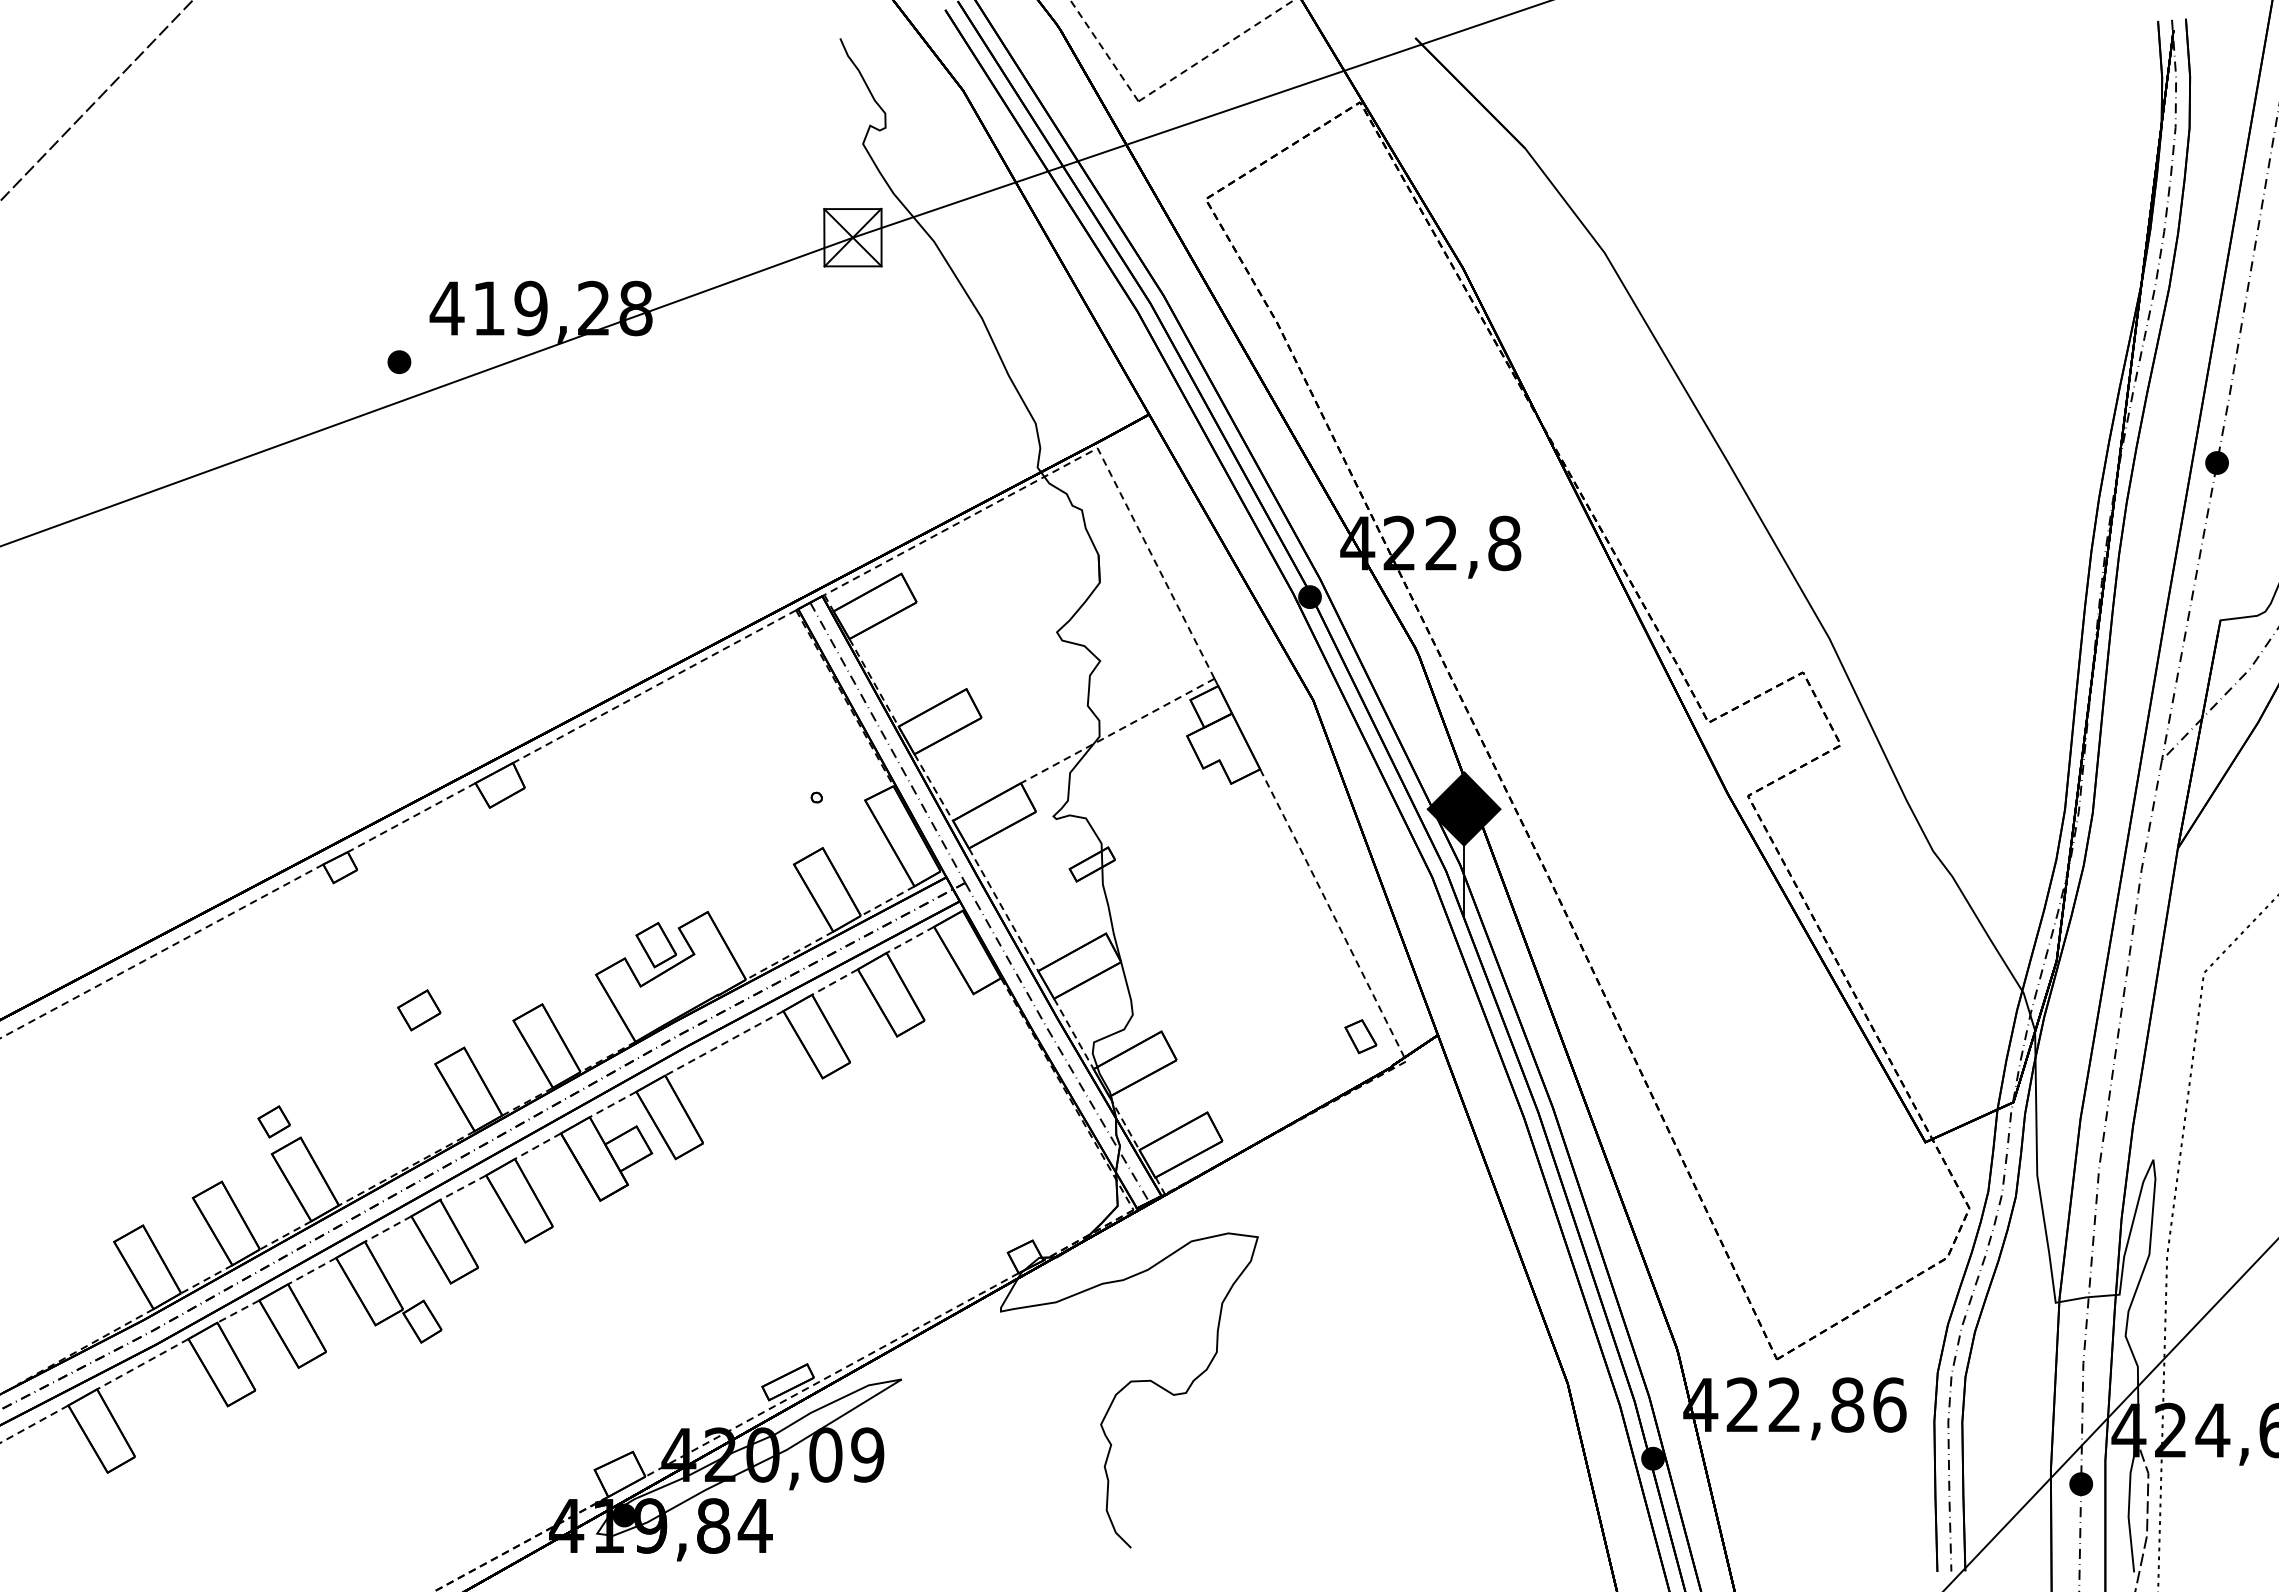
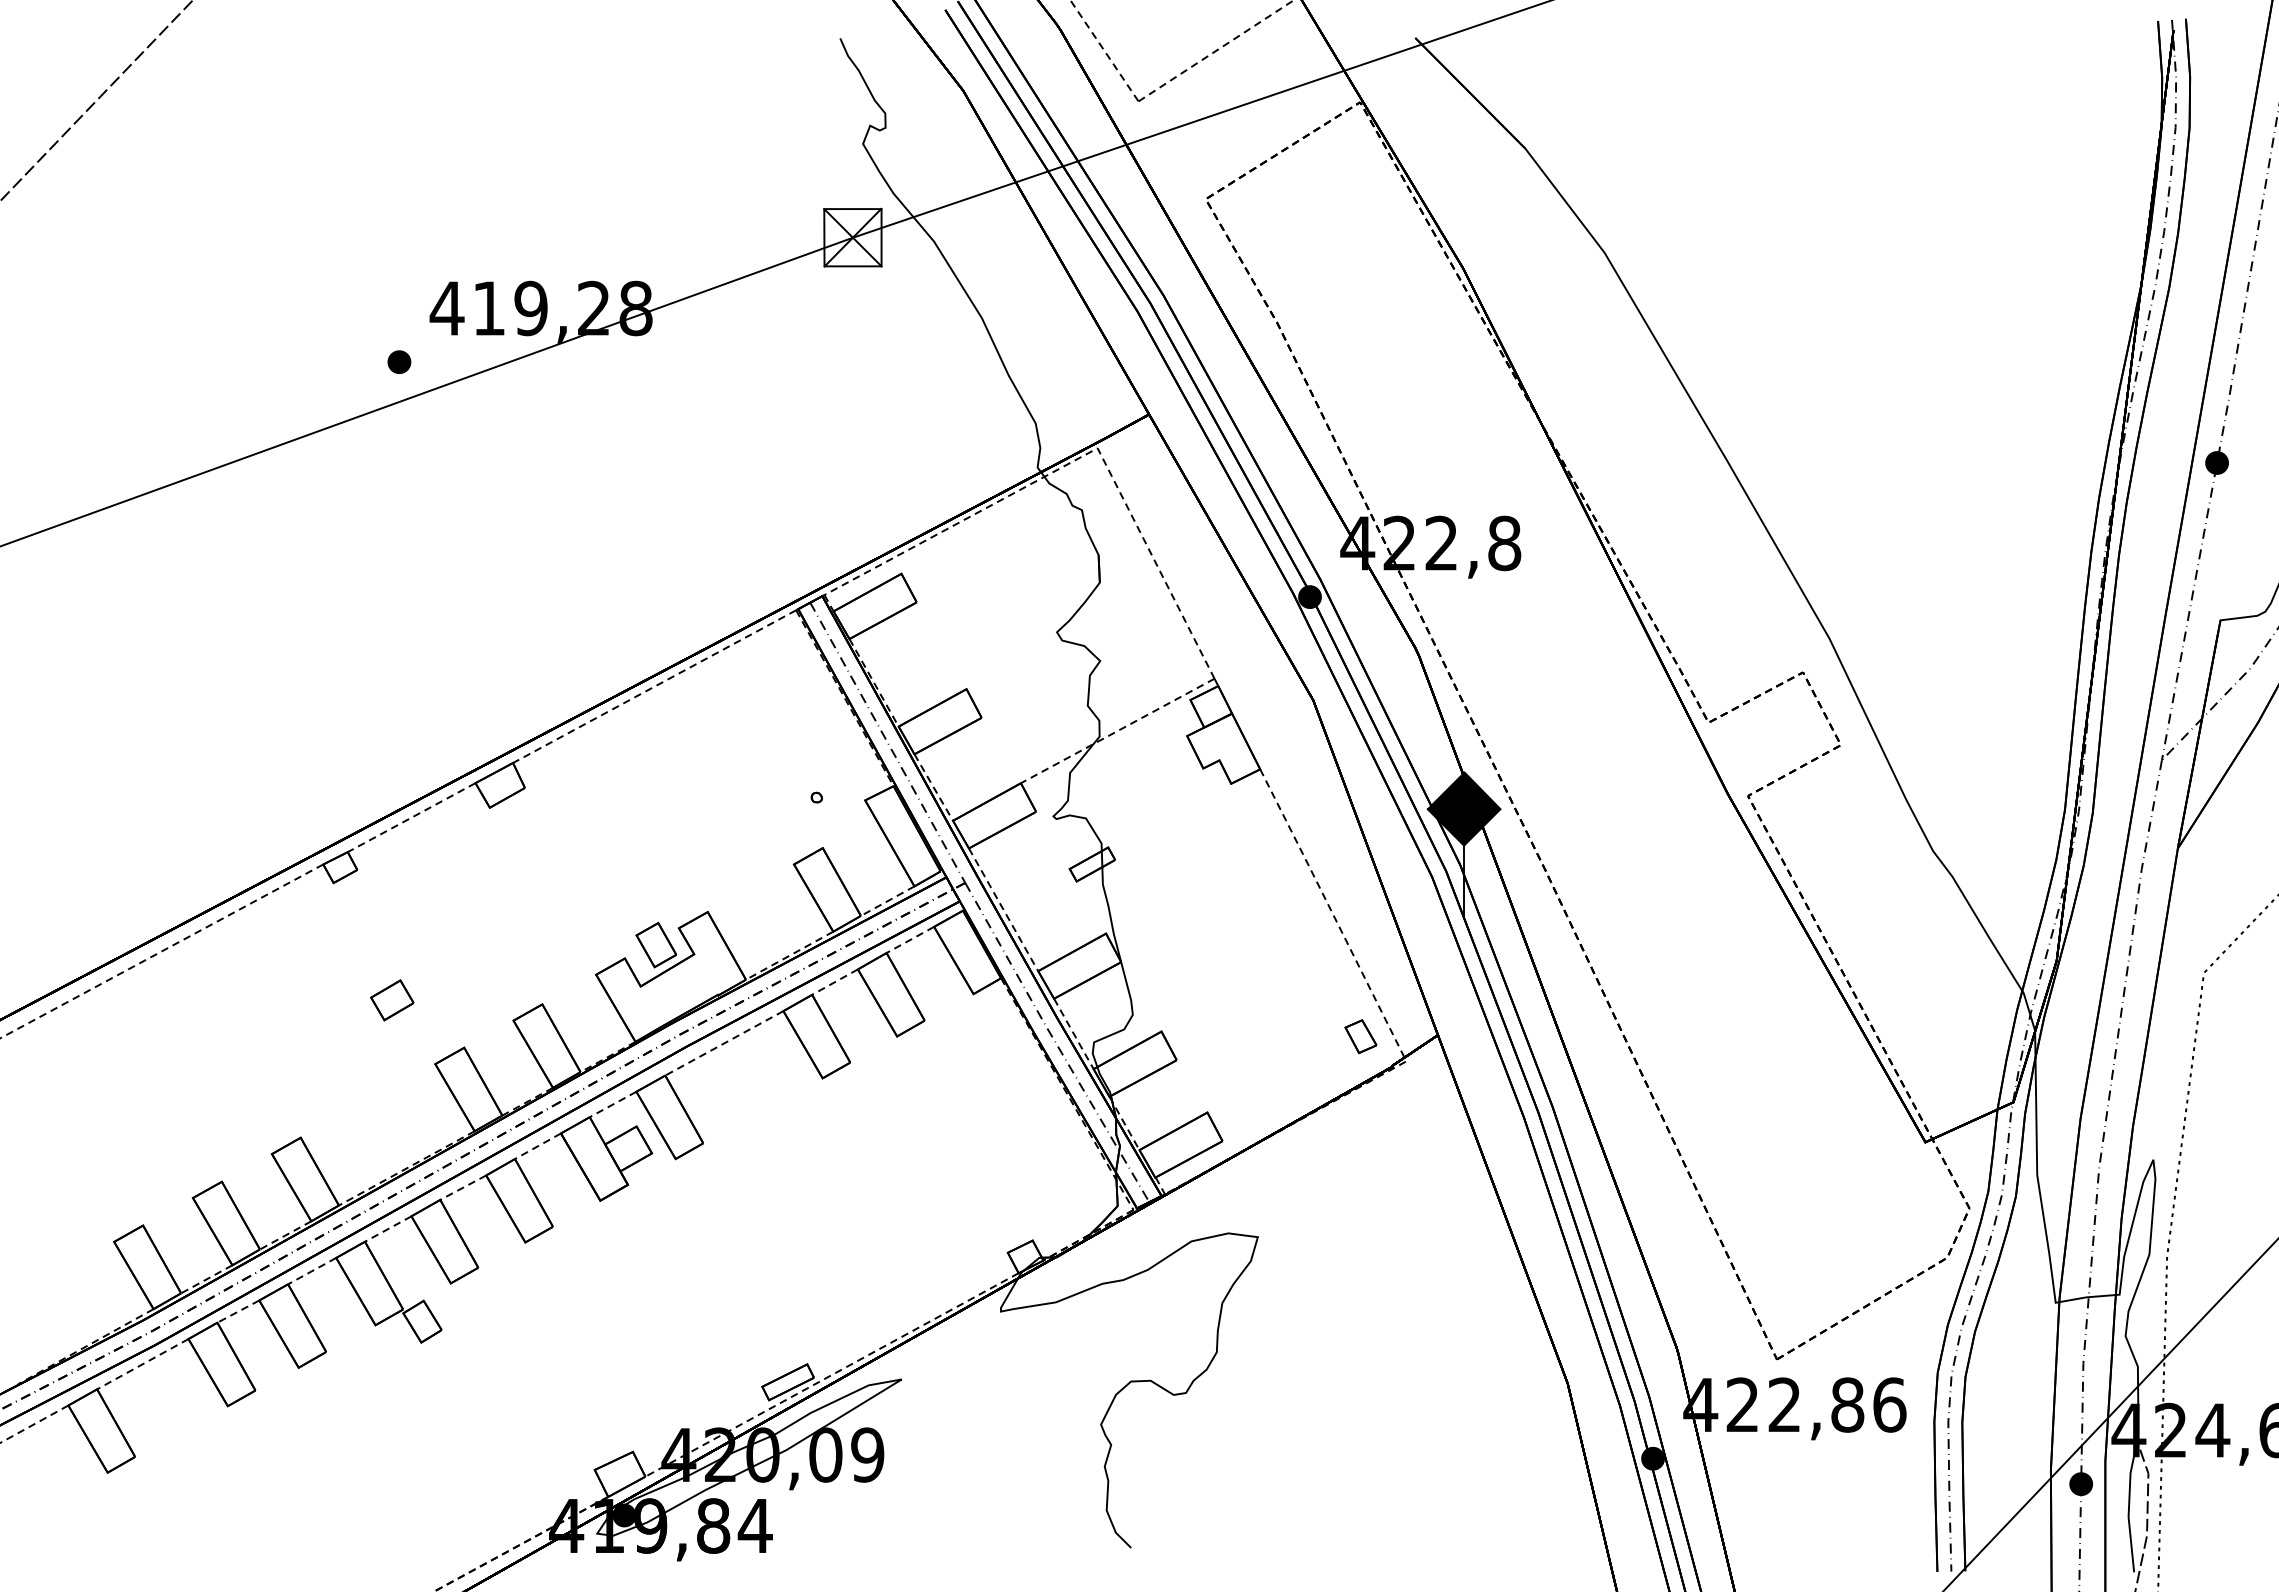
part at (419, 1010) position: (419, 1010) -> (392, 1000)
part at (273, 1121): present -> none
